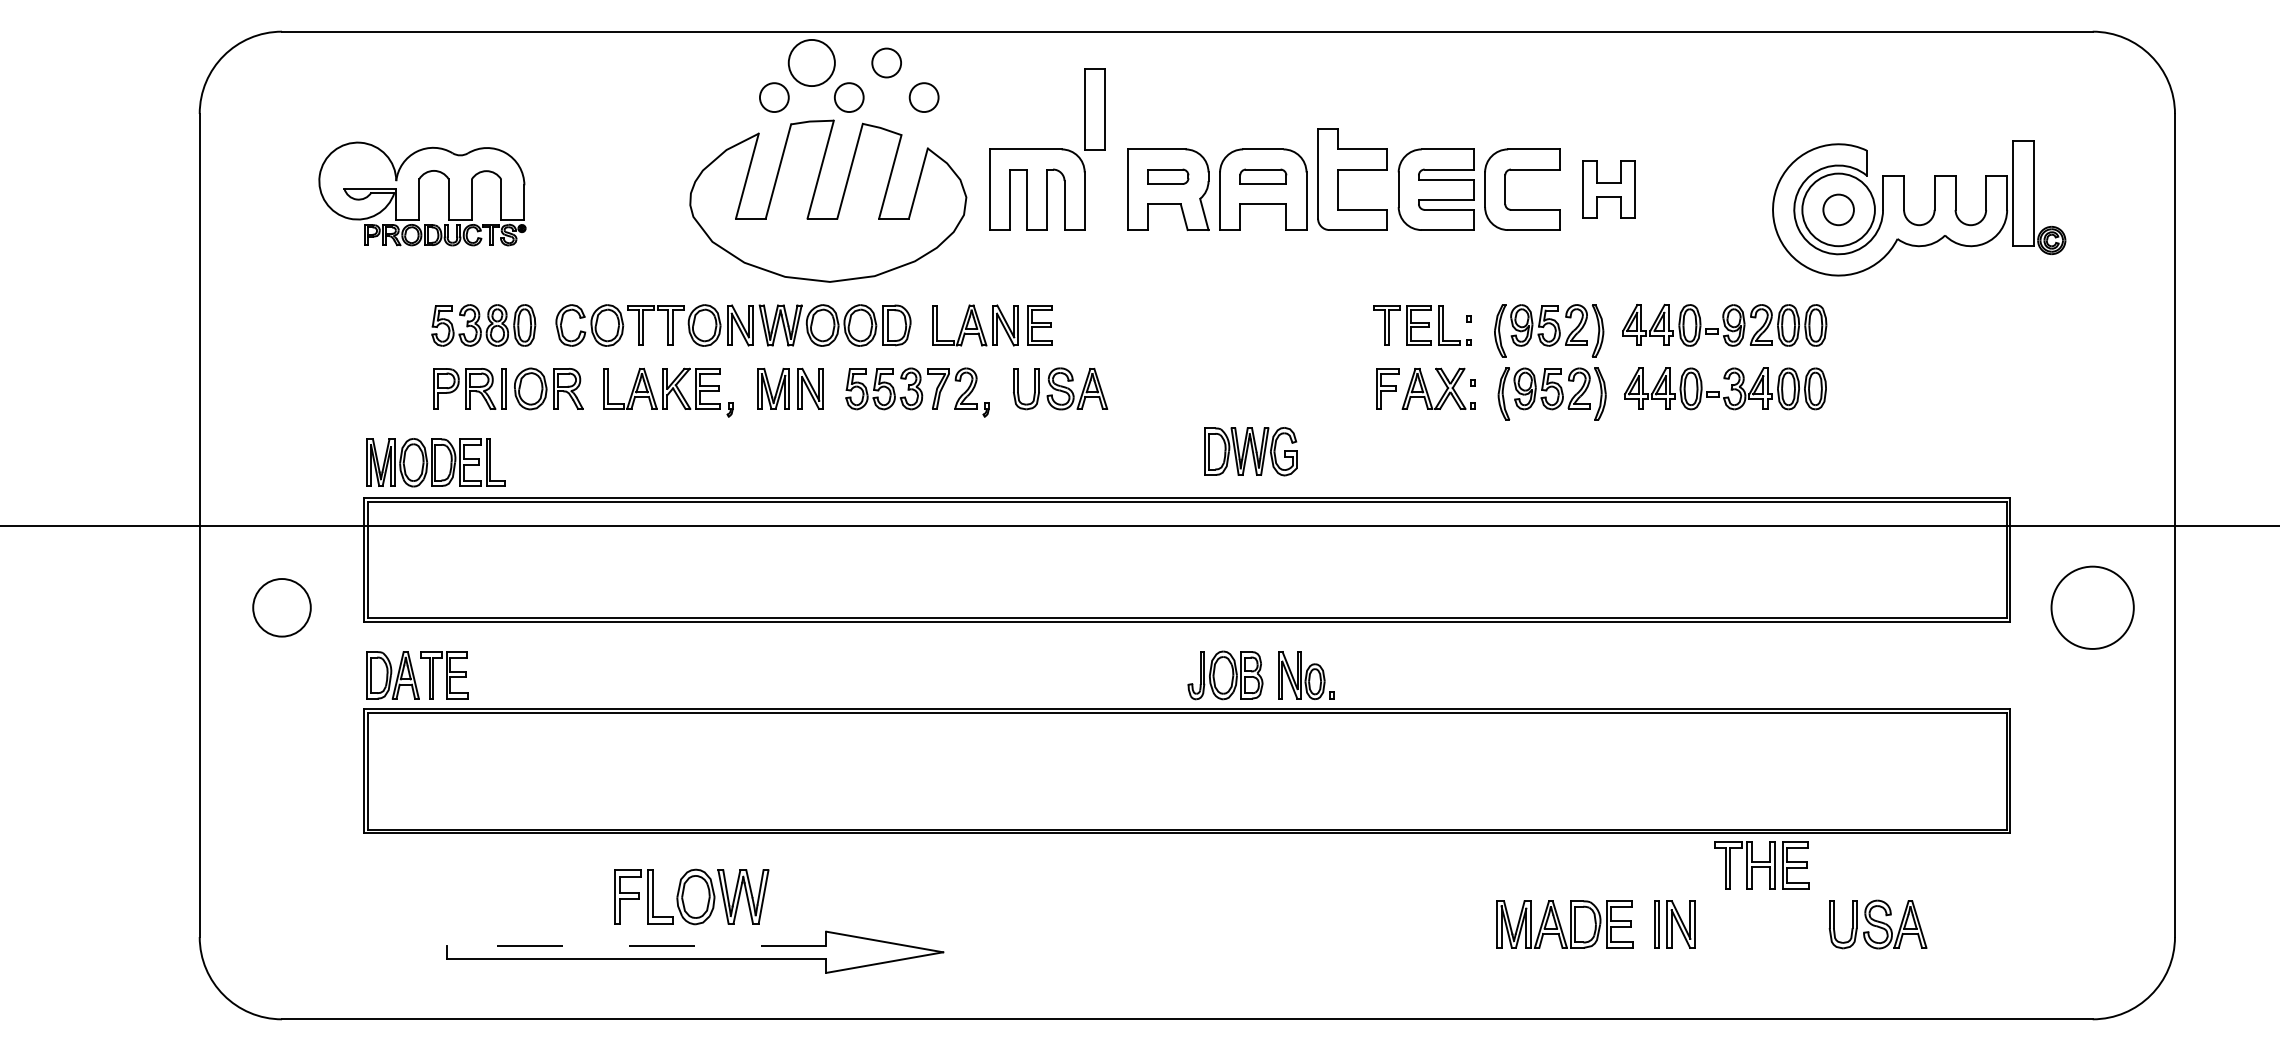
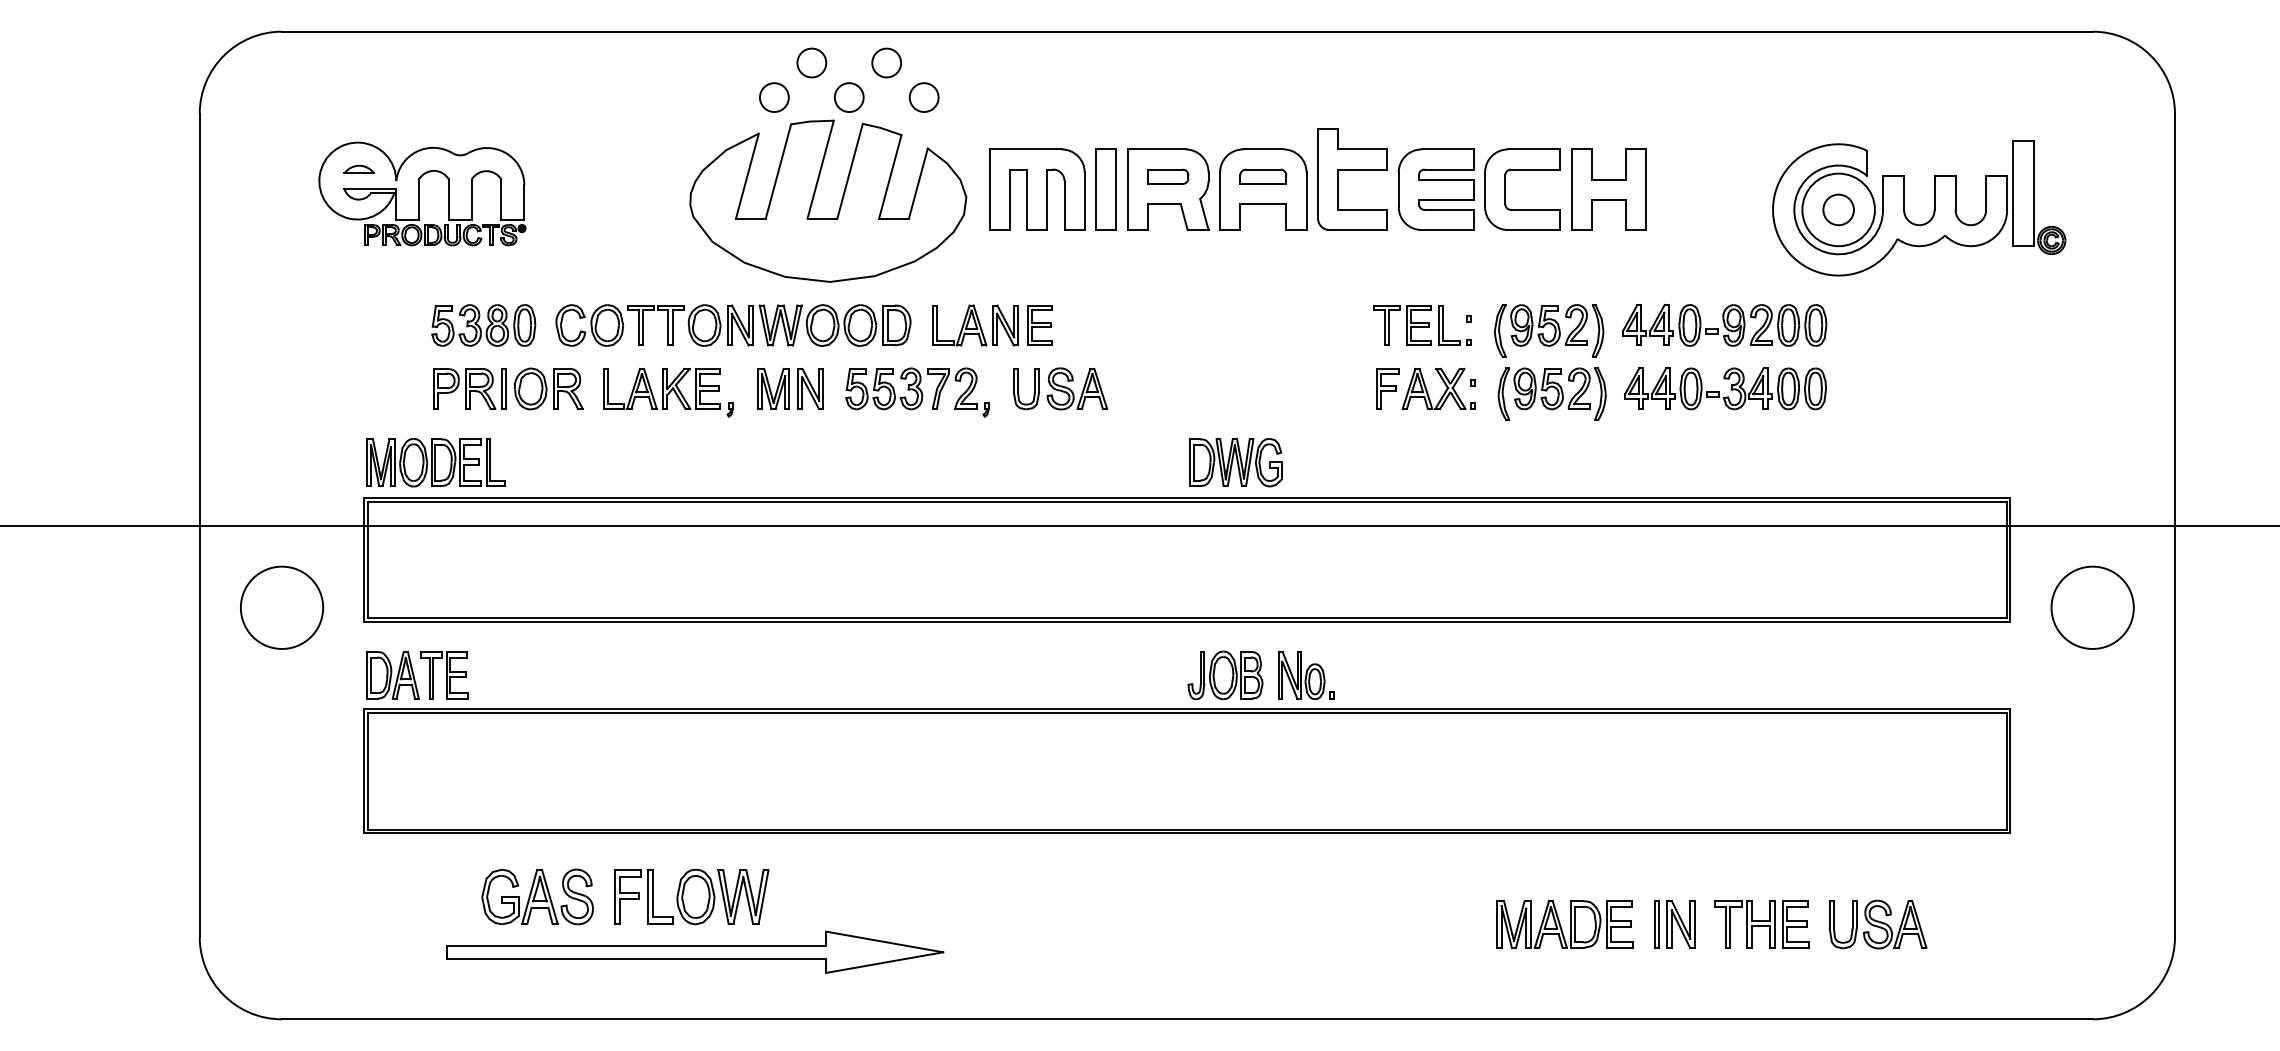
circle at (811, 62) diameter: 46 px -> 29 px
part at (1094, 109) position: (1094, 109) -> (1105, 189)
part at (358, 168): none -> present
part at (1608, 189) size: 54x59 px -> 76x83 px
part at (1250, 451) position: (1250, 451) -> (1235, 462)
circle at (281, 607) diameter: 58 px -> 82 px
part at (1761, 865) position: (1761, 865) -> (1761, 924)
part at (537, 896): none -> present
line at (636, 945): dashed -> solid
